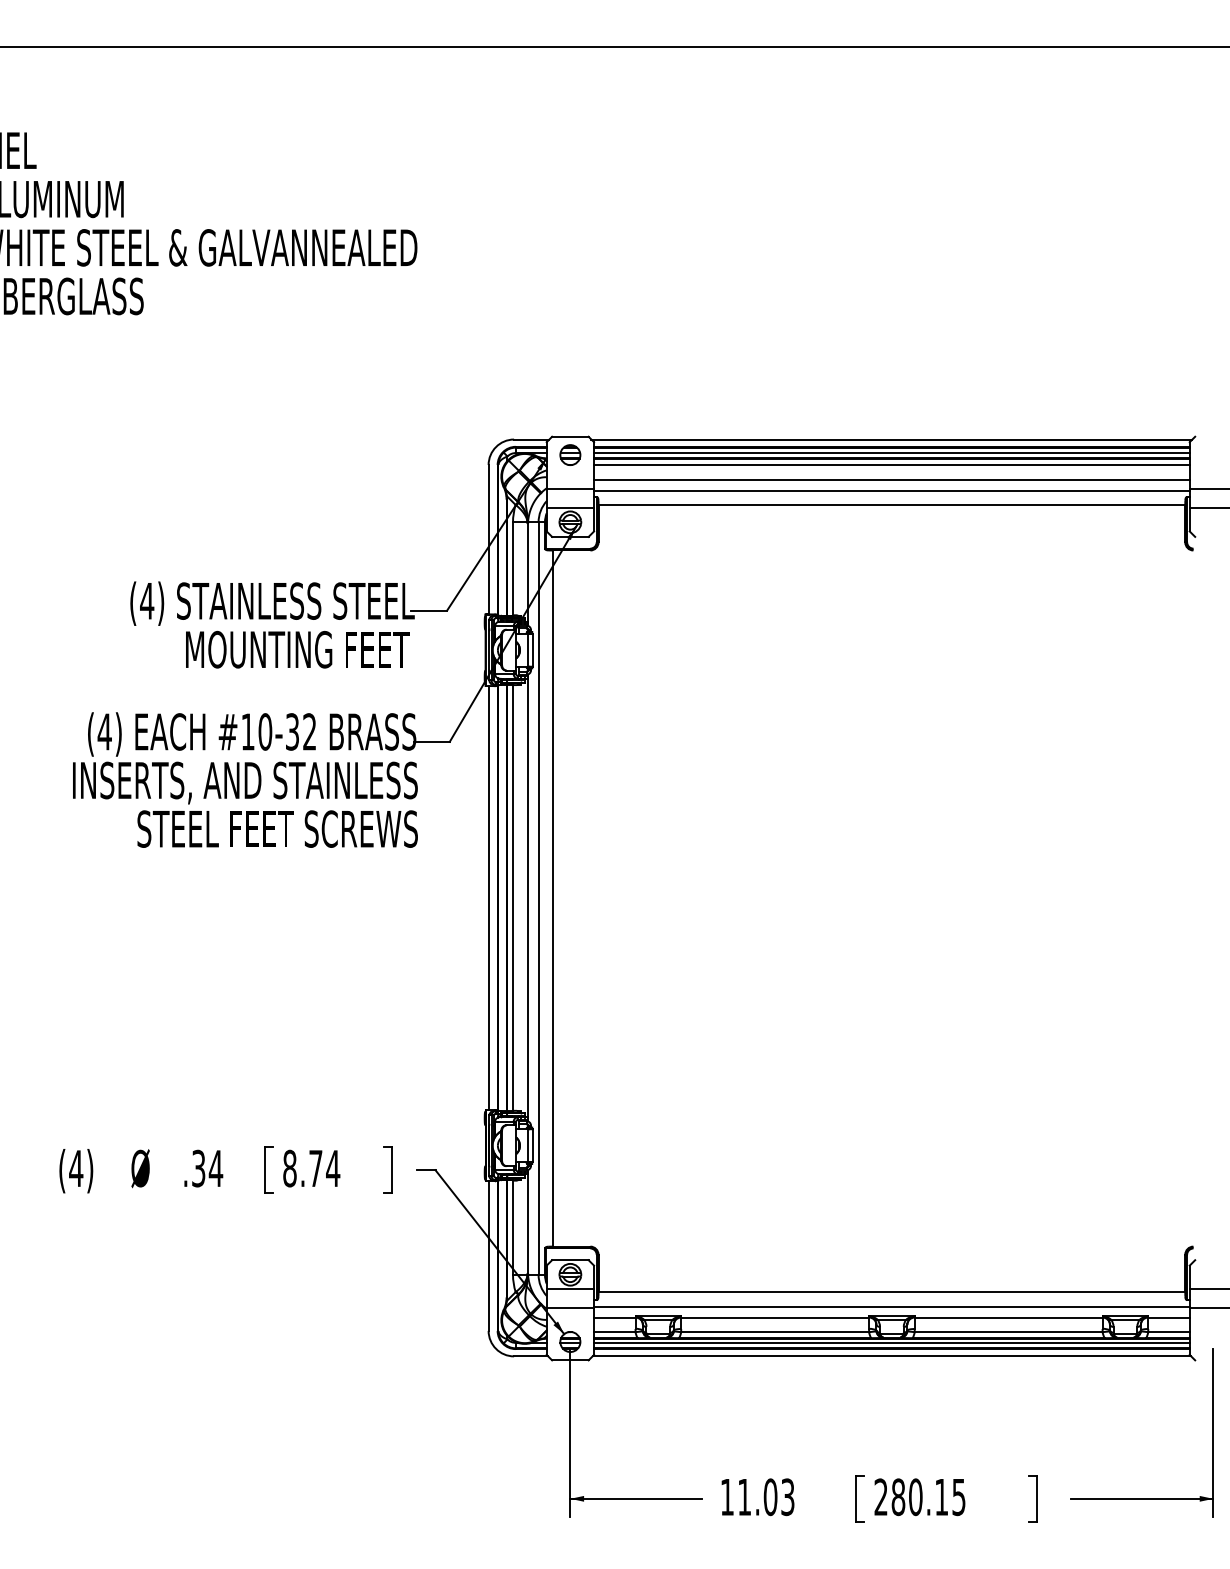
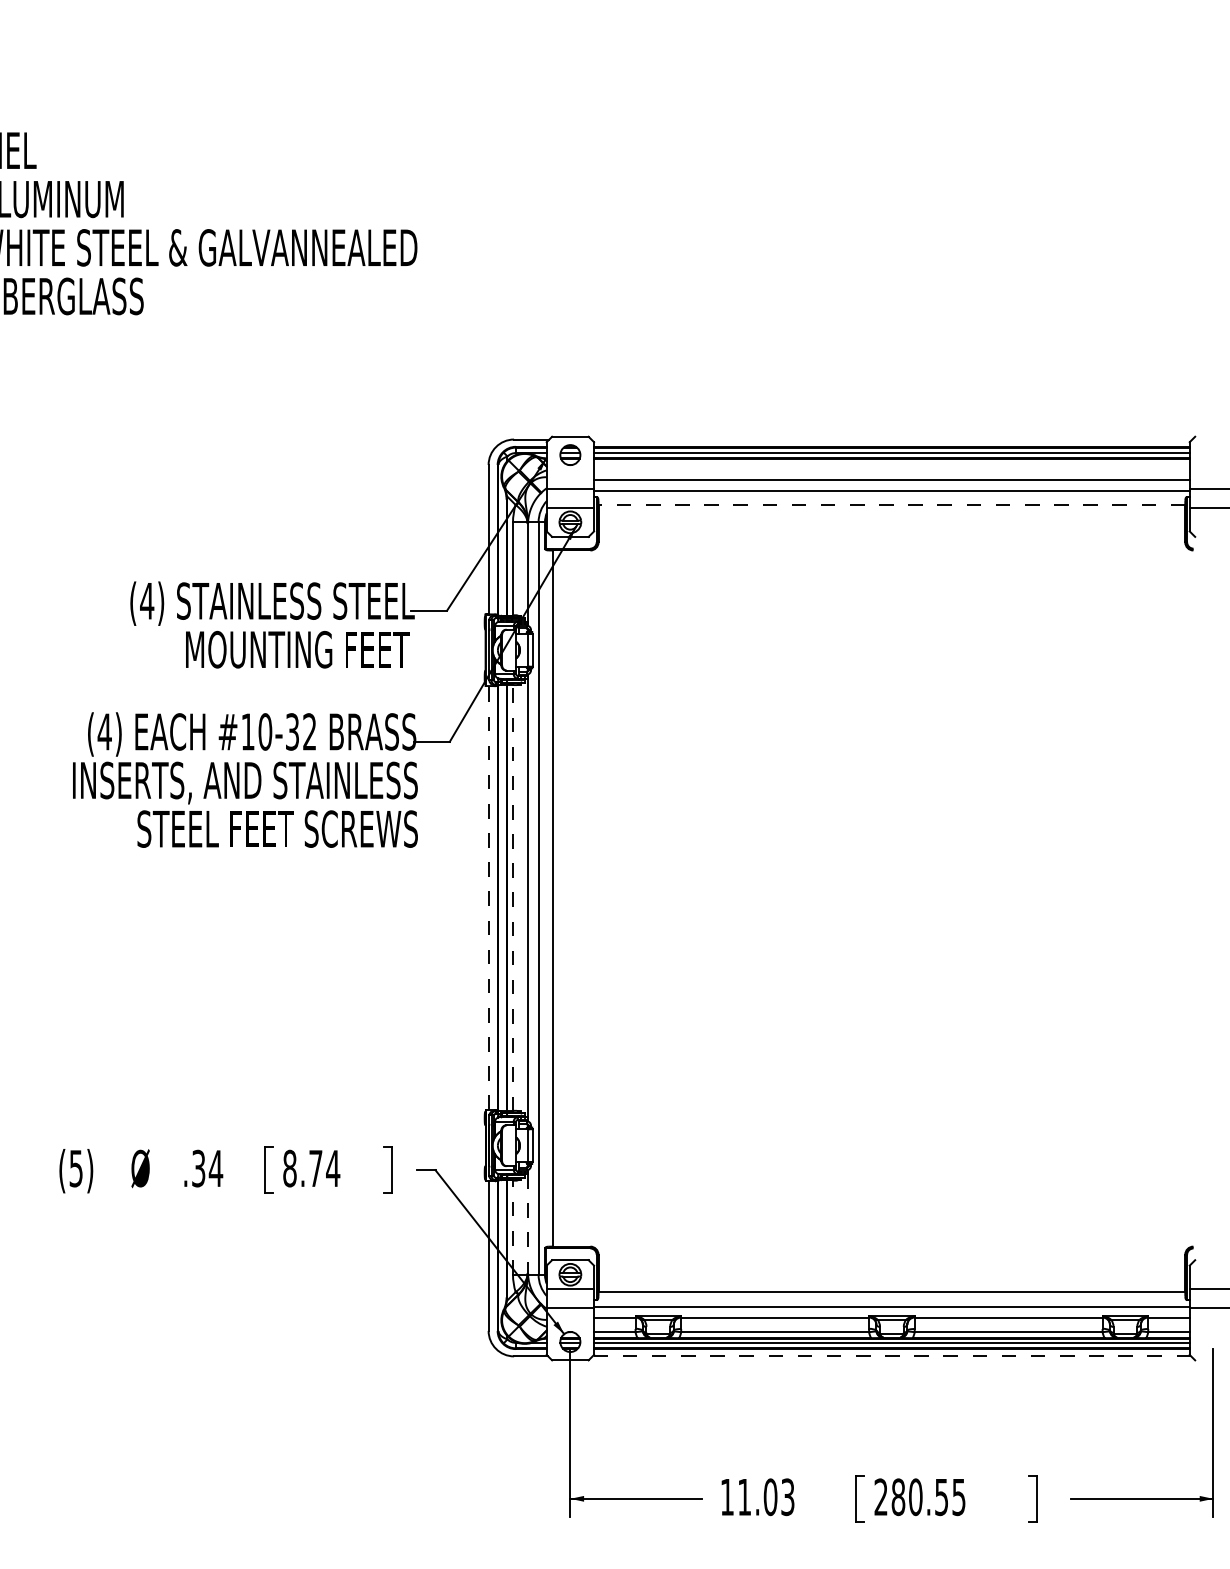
line at (614, 47): present -> none
line at (891, 439): present -> none
line at (891, 464): present -> none
line at (891, 505): solid -> dashed
line at (488, 897): solid -> dashed
line at (513, 897): solid -> dashed
text at (76, 1168): (4) -> (5)
line at (527, 1224): solid -> dashed
line at (513, 1227): solid -> dashed
line at (891, 1356): solid -> dashed
text at (941, 1497): 280.15 -> 280.55
